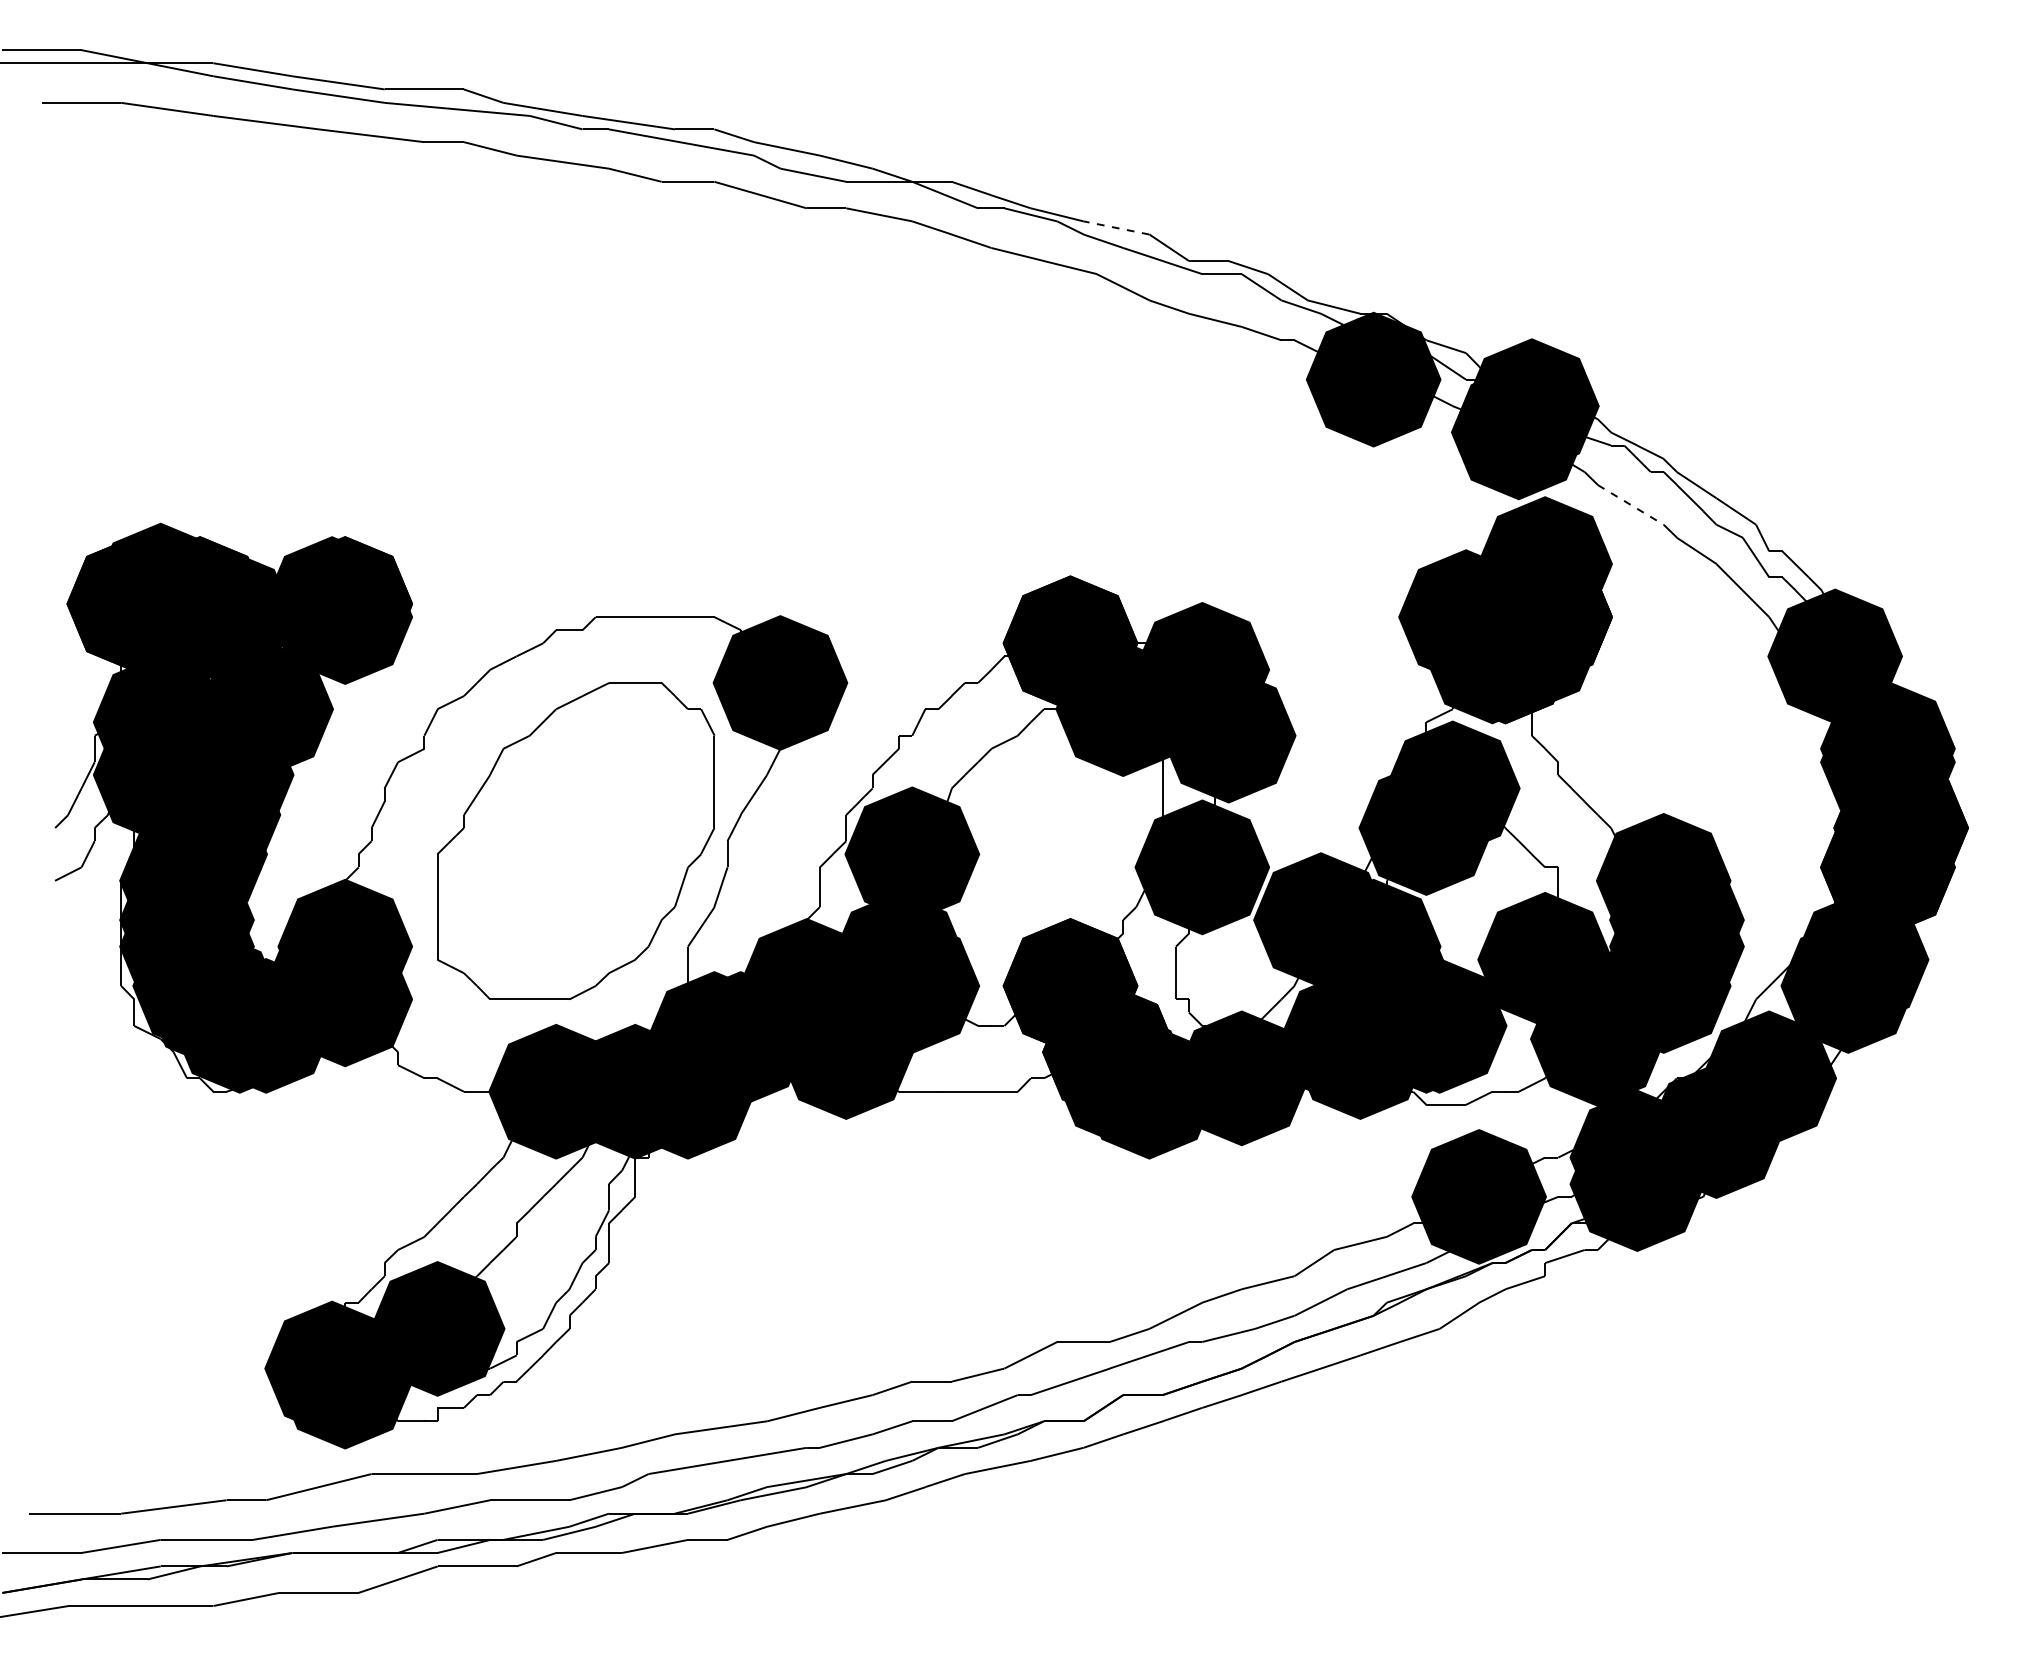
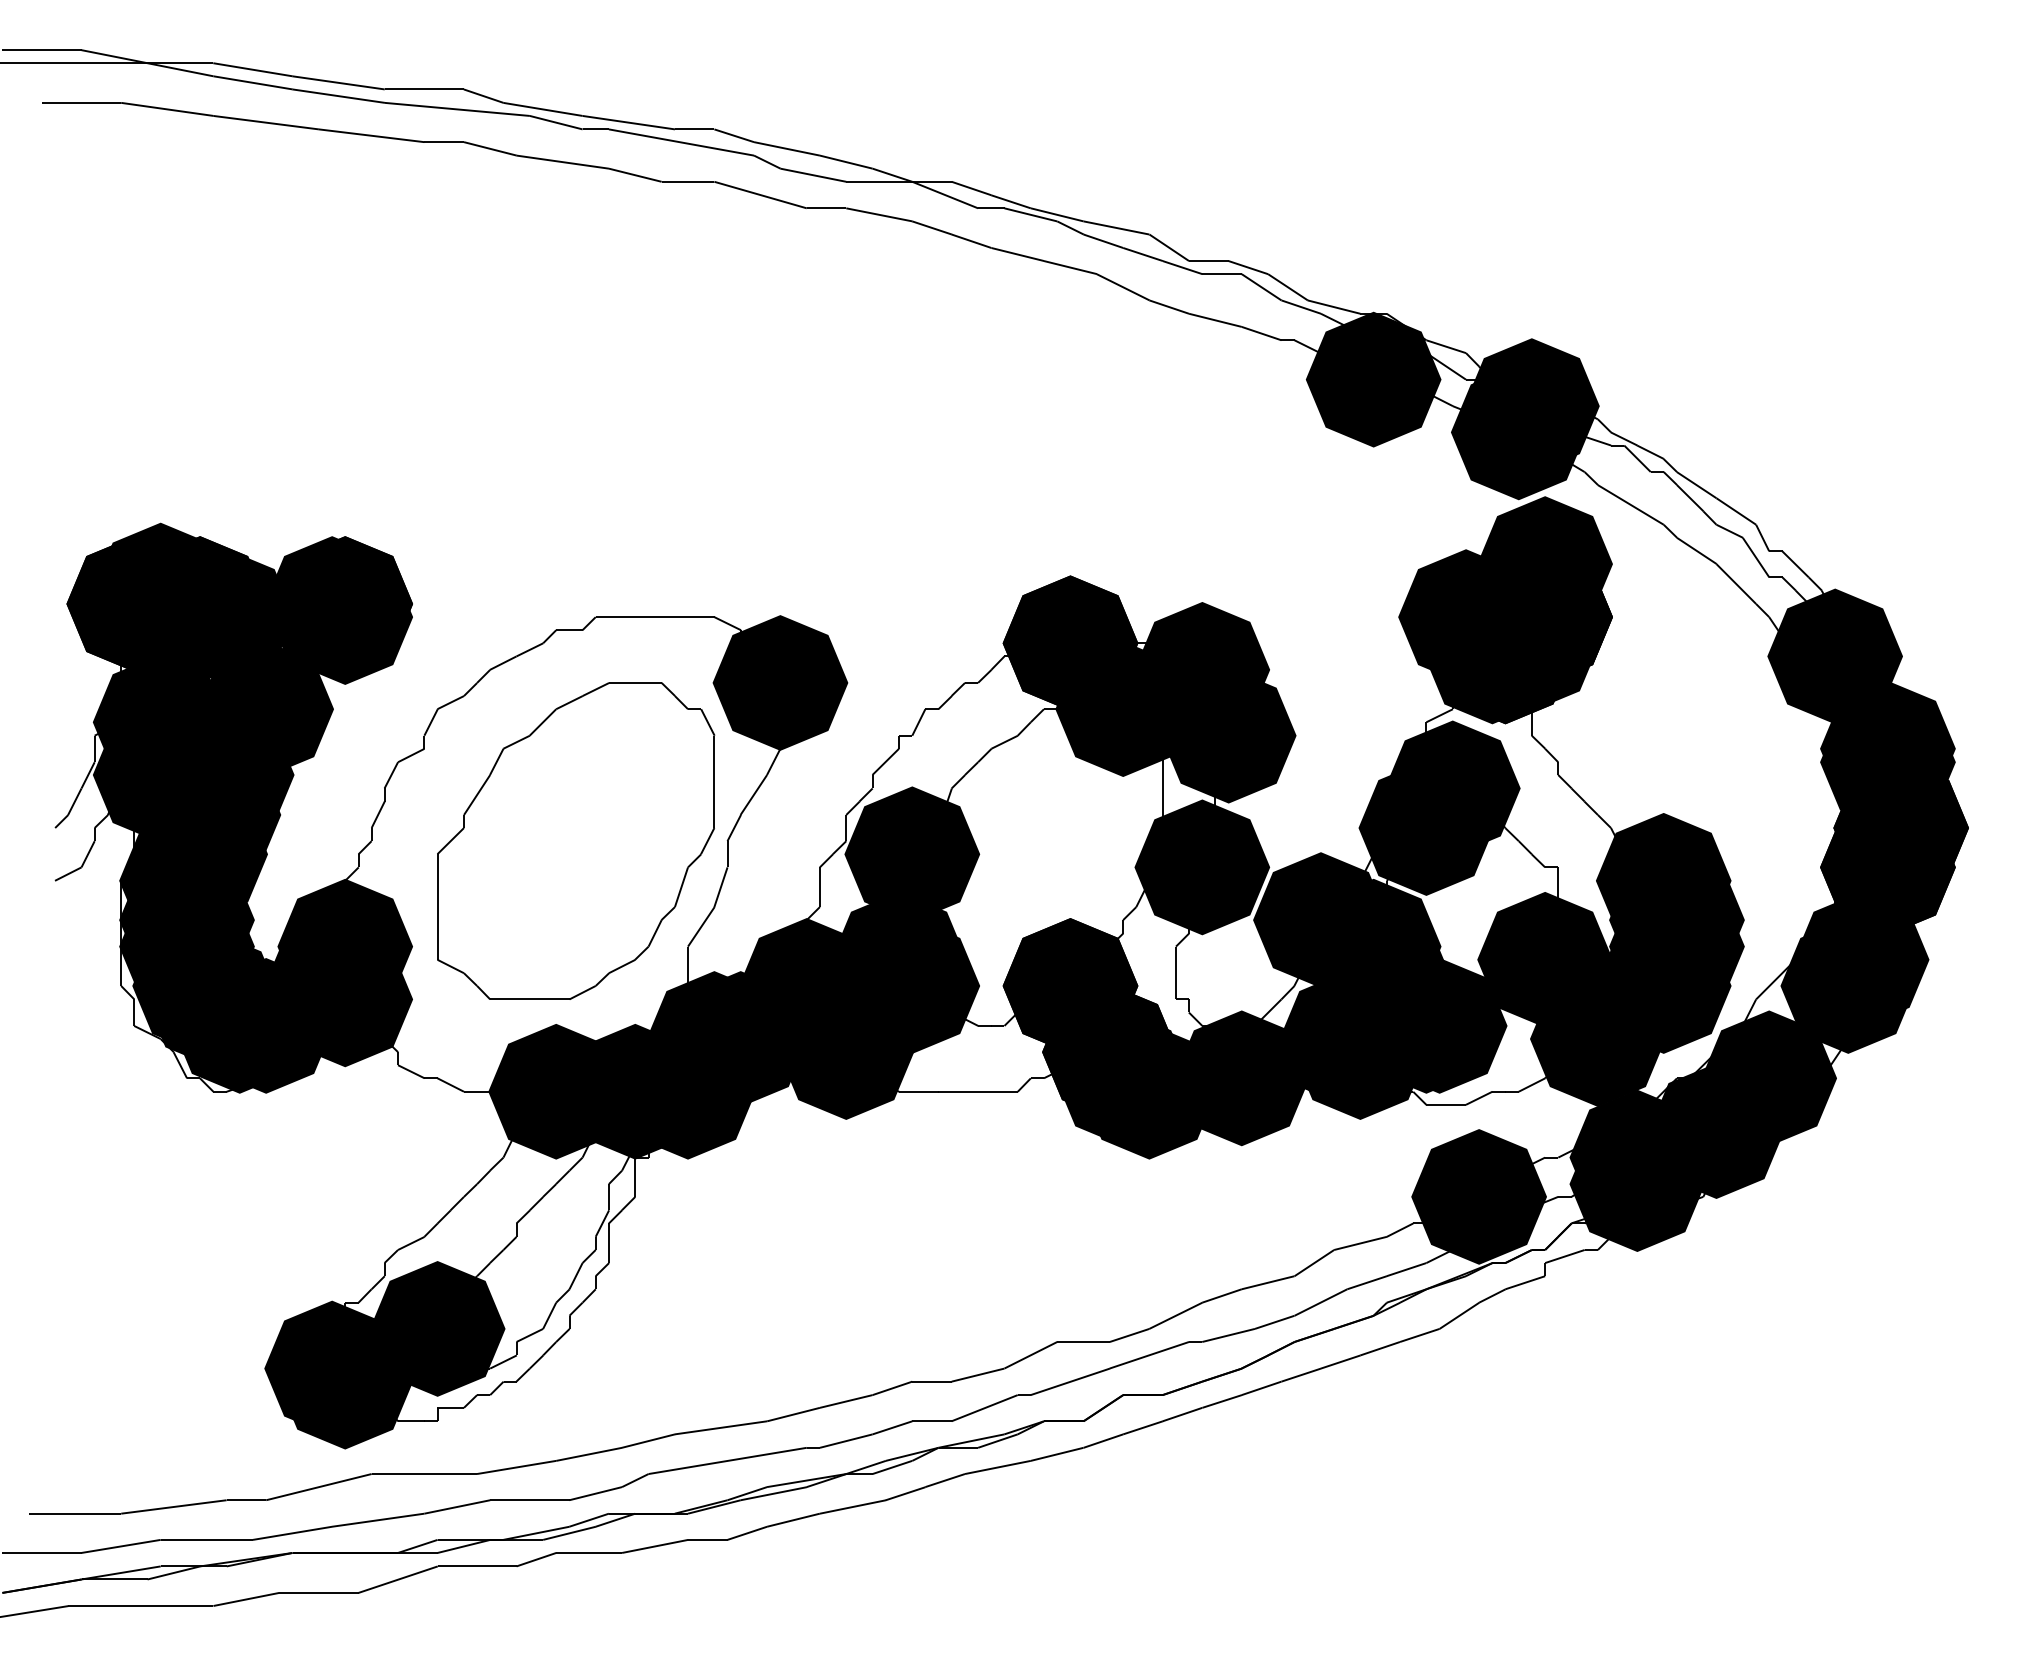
line at (1116, 227): dashed -> solid
line at (1631, 505): dashed -> solid
